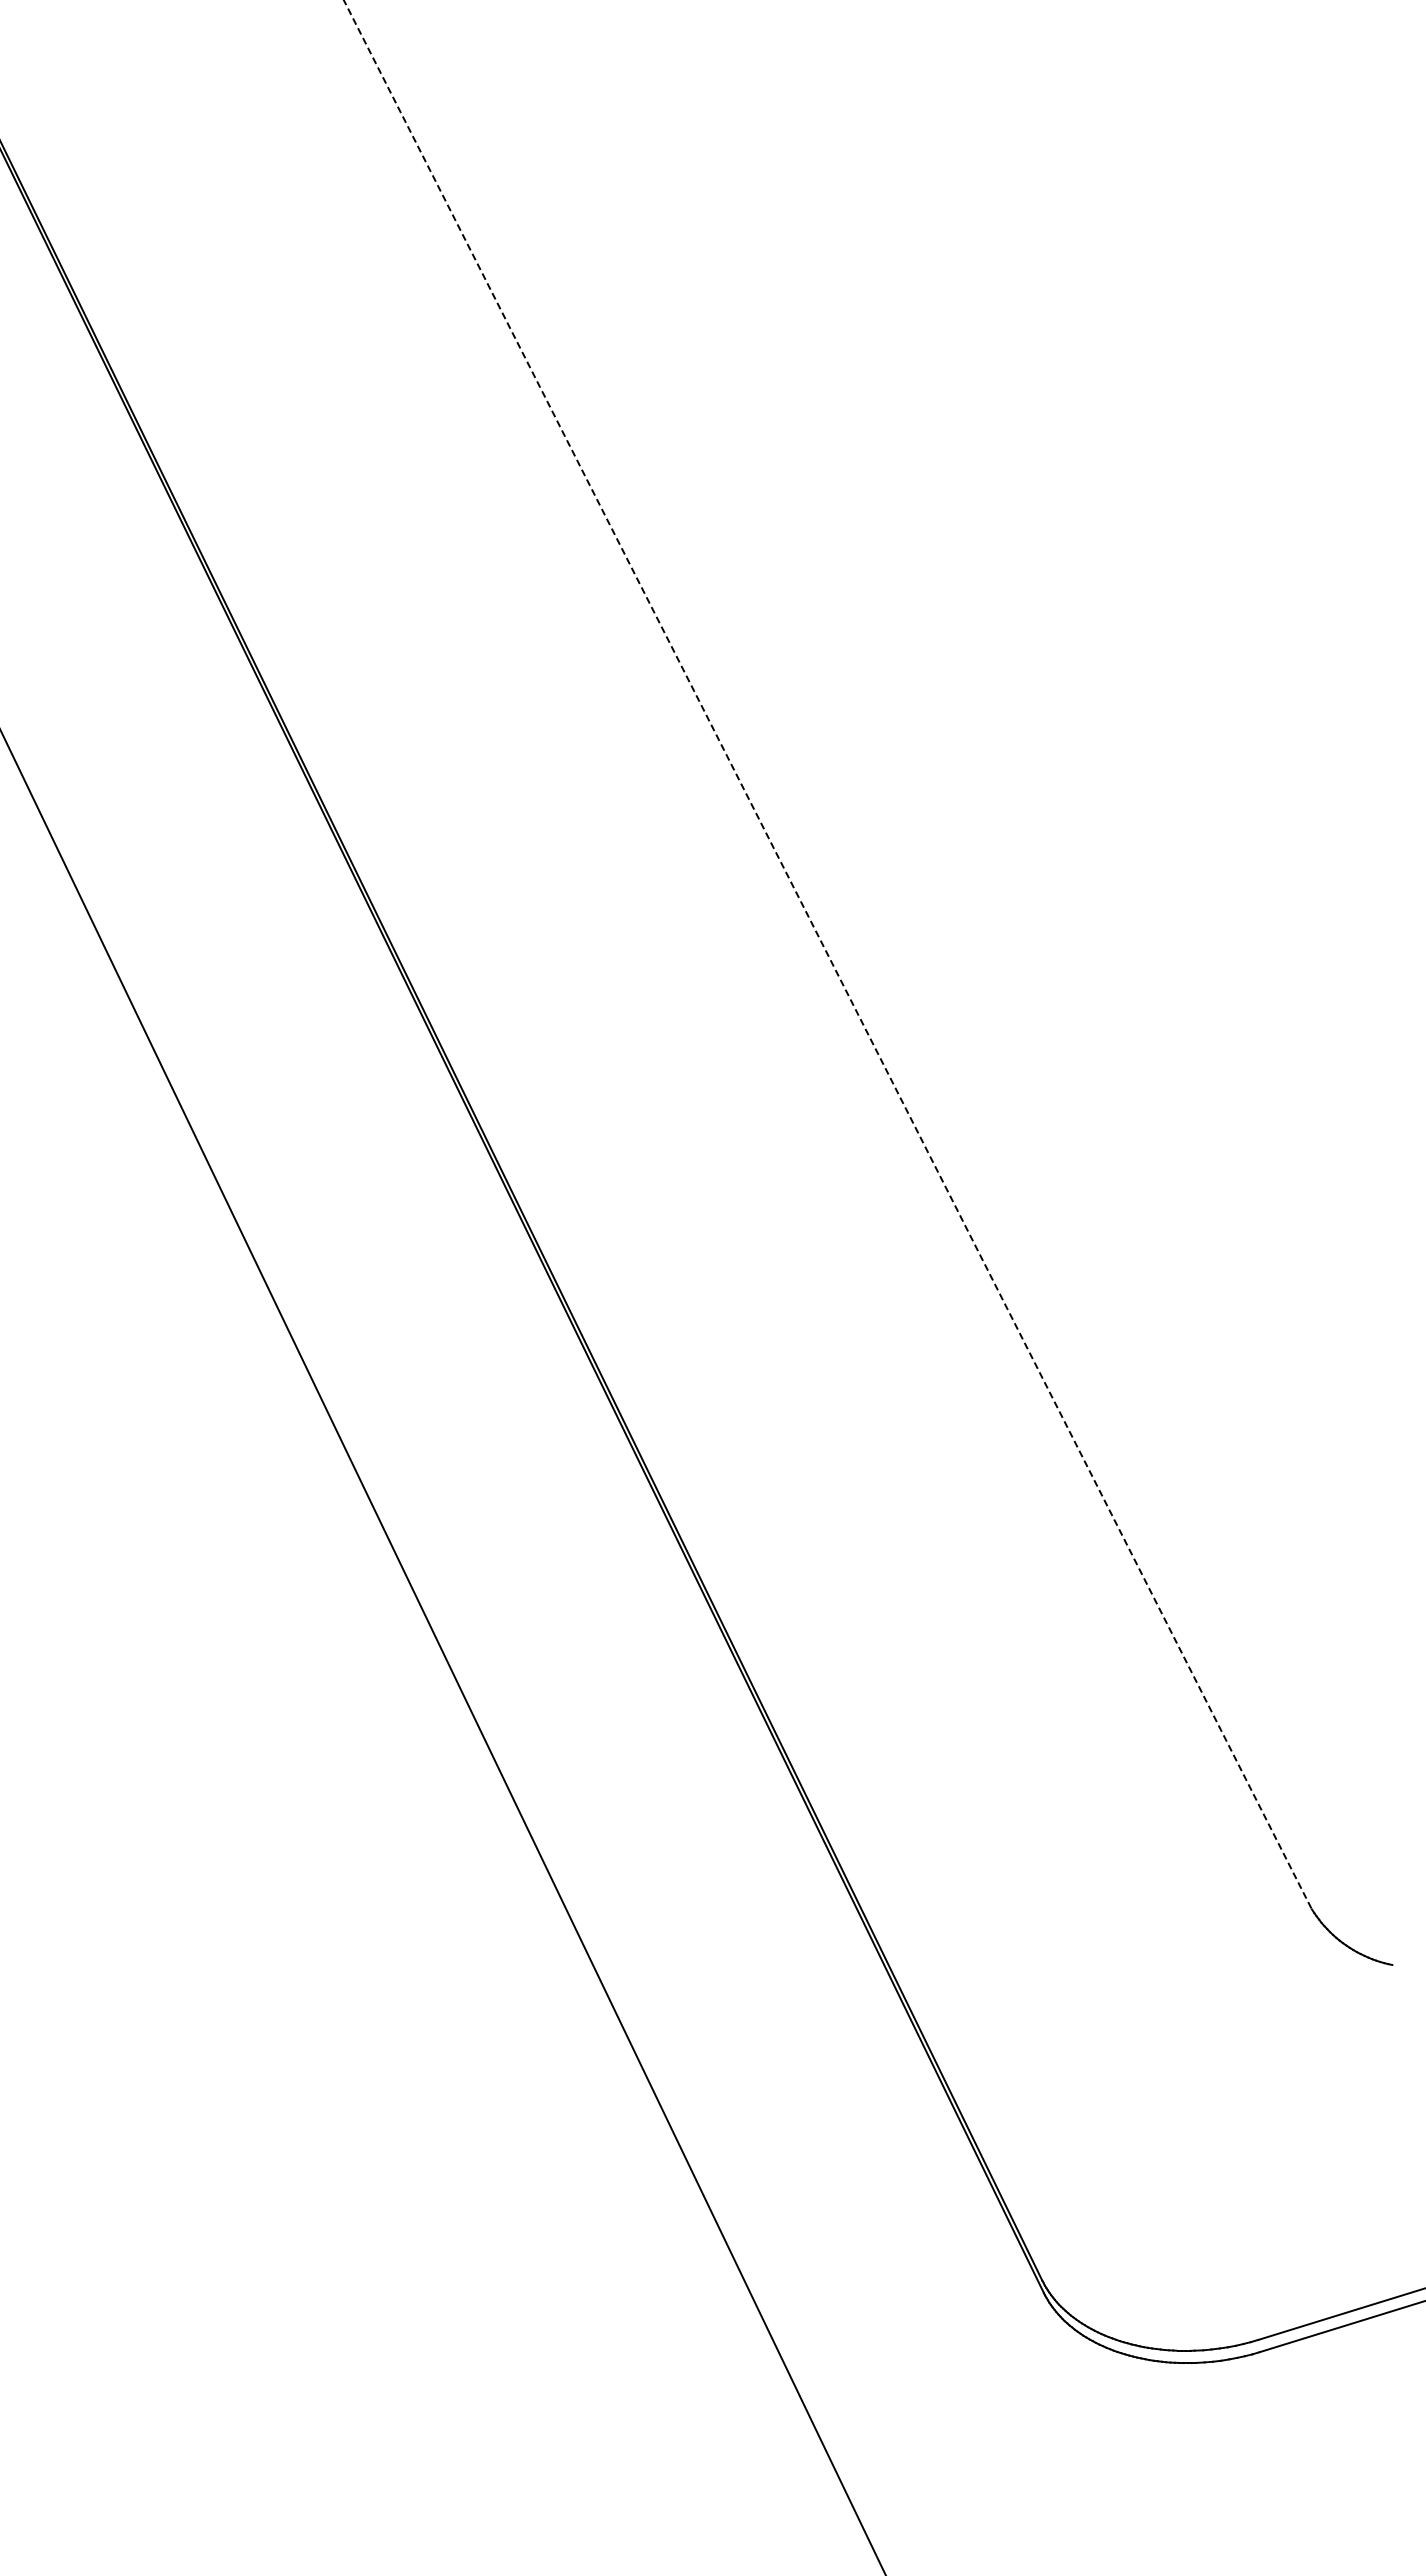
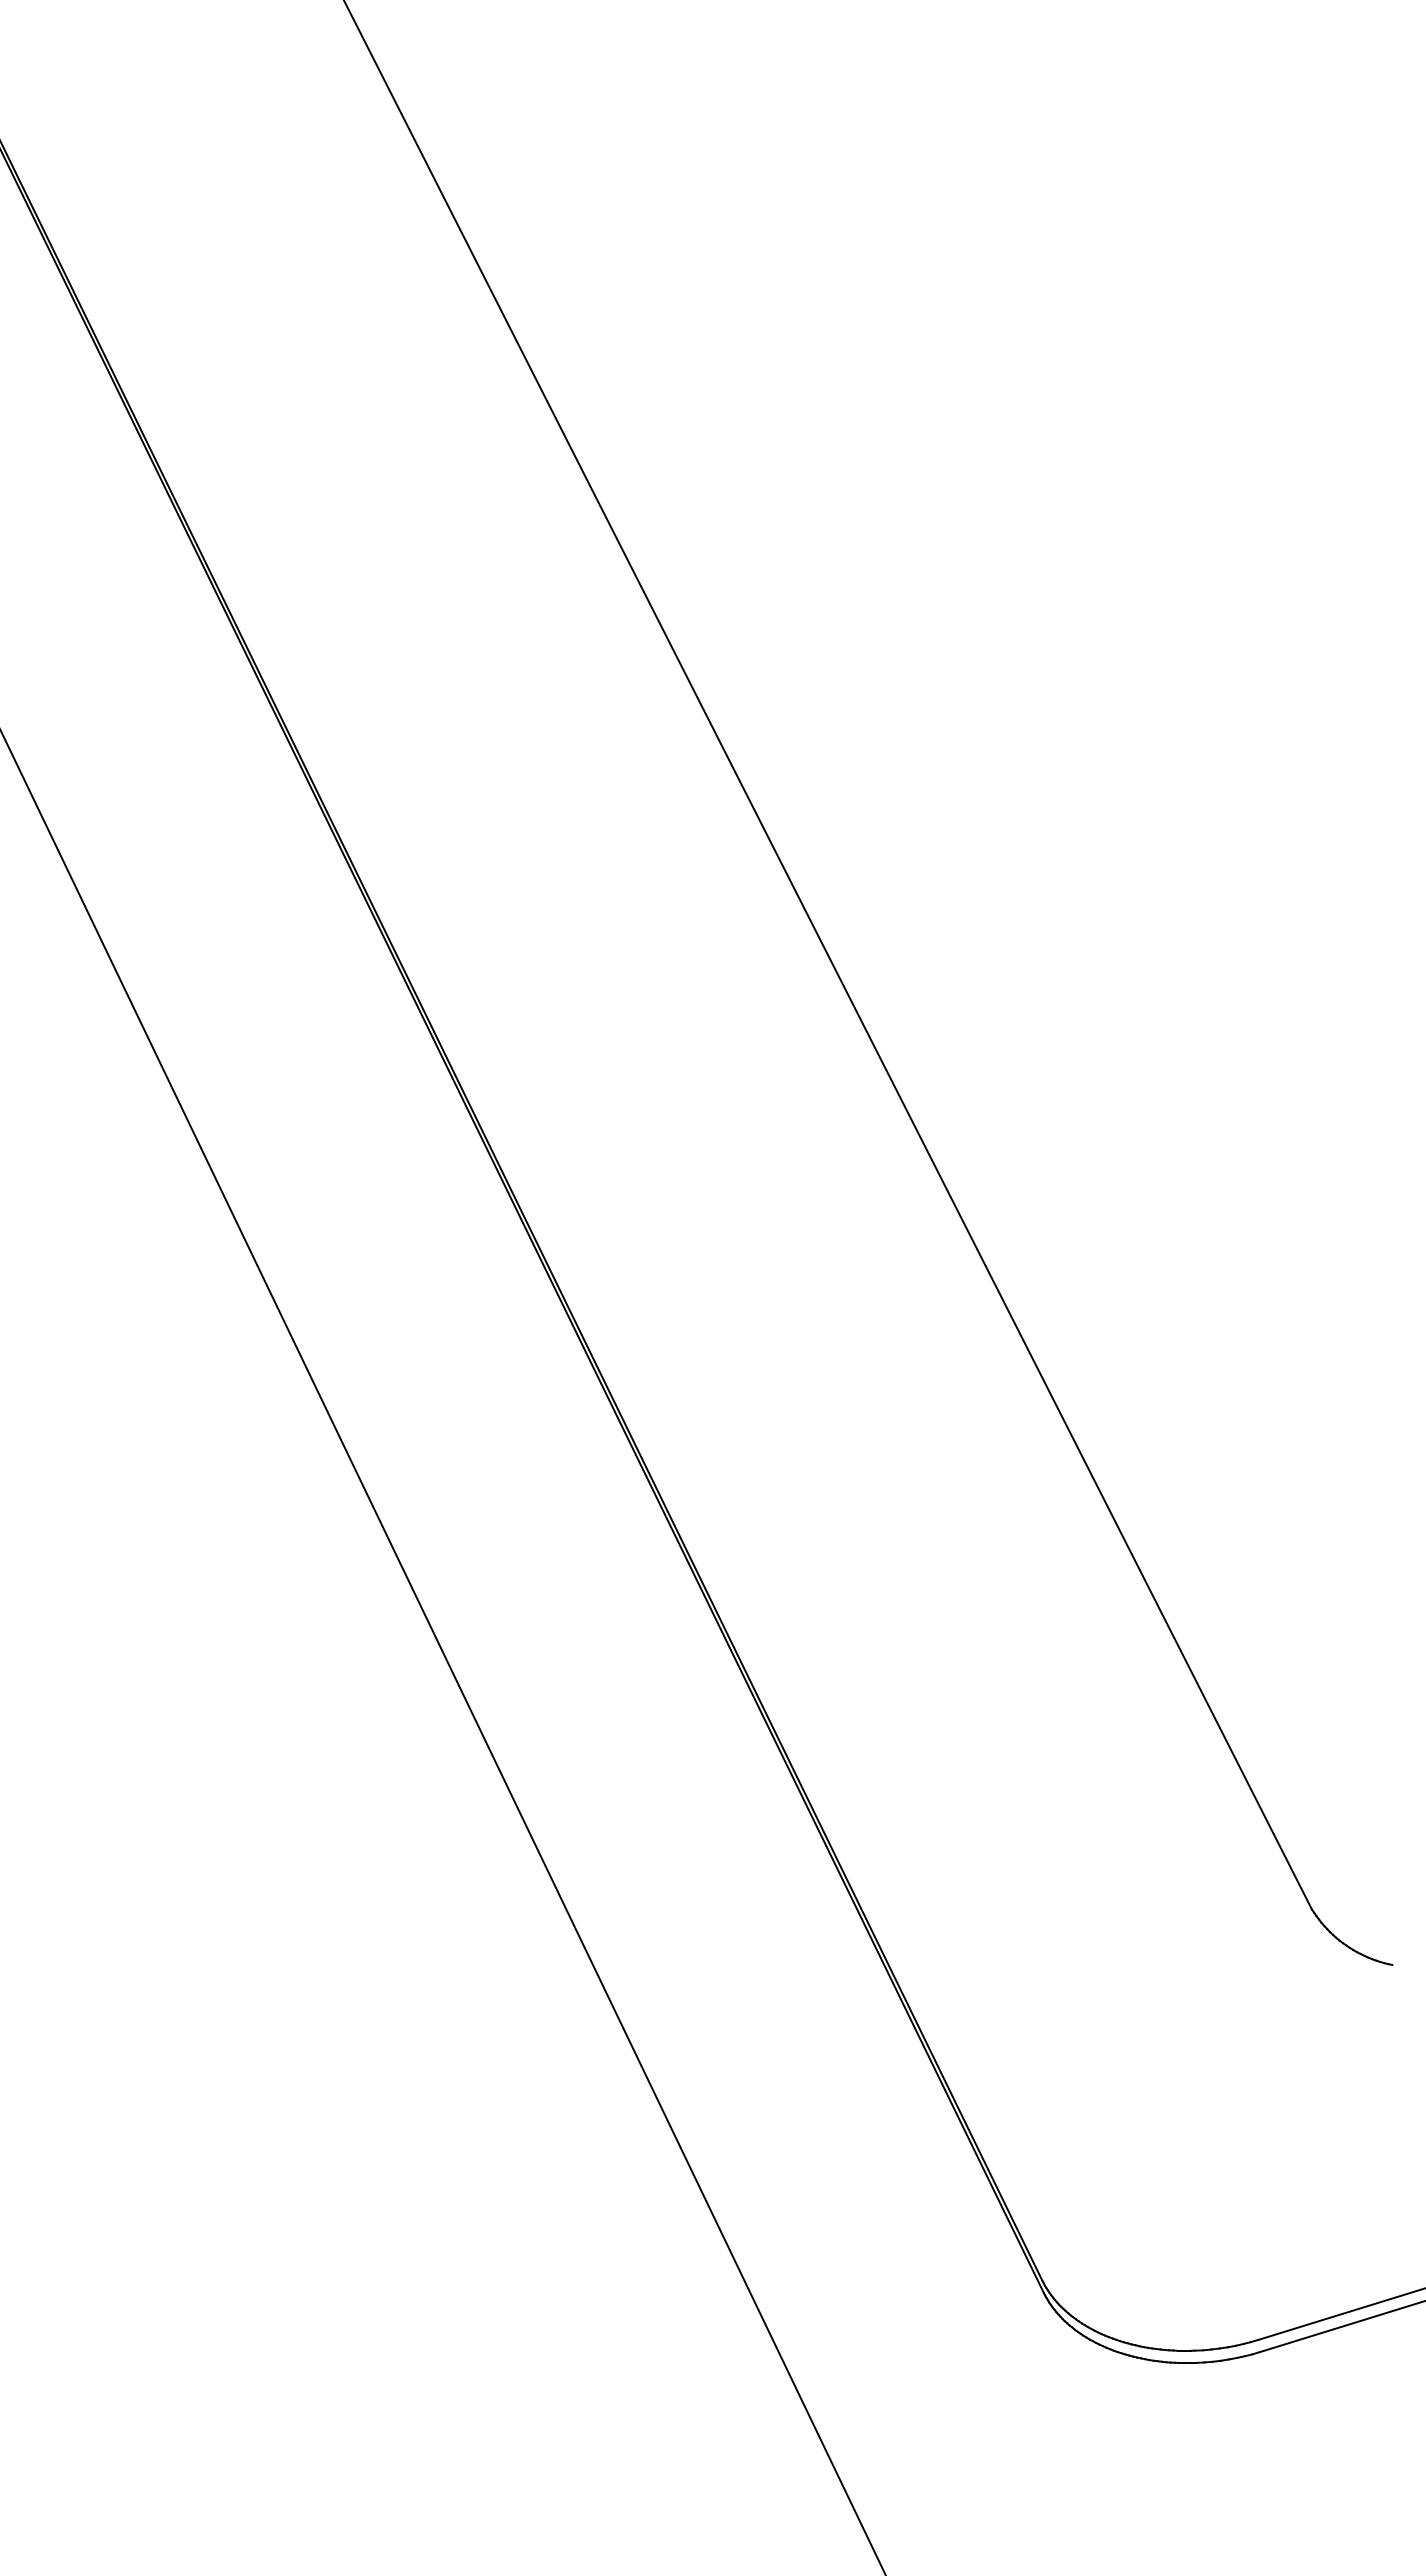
line at (828, 955): dashed -> solid
